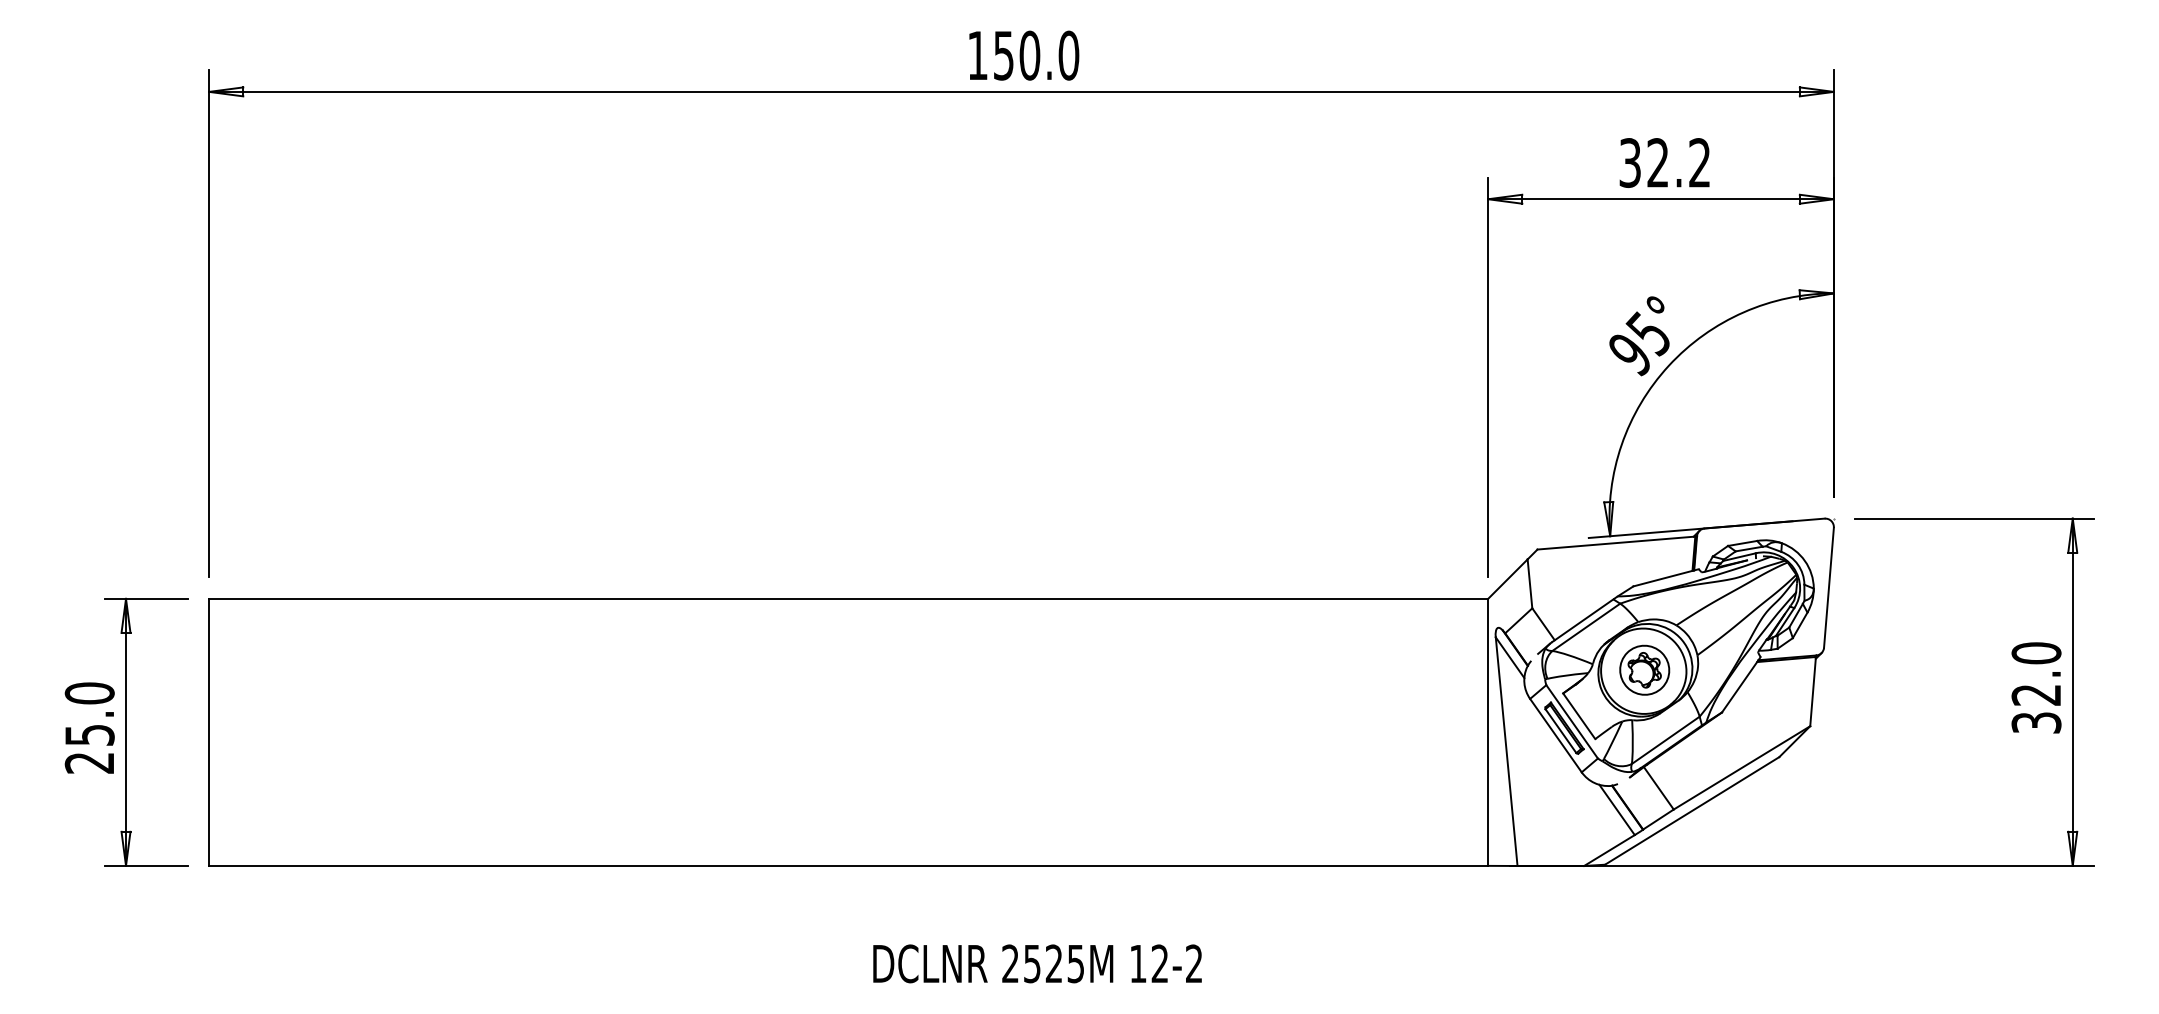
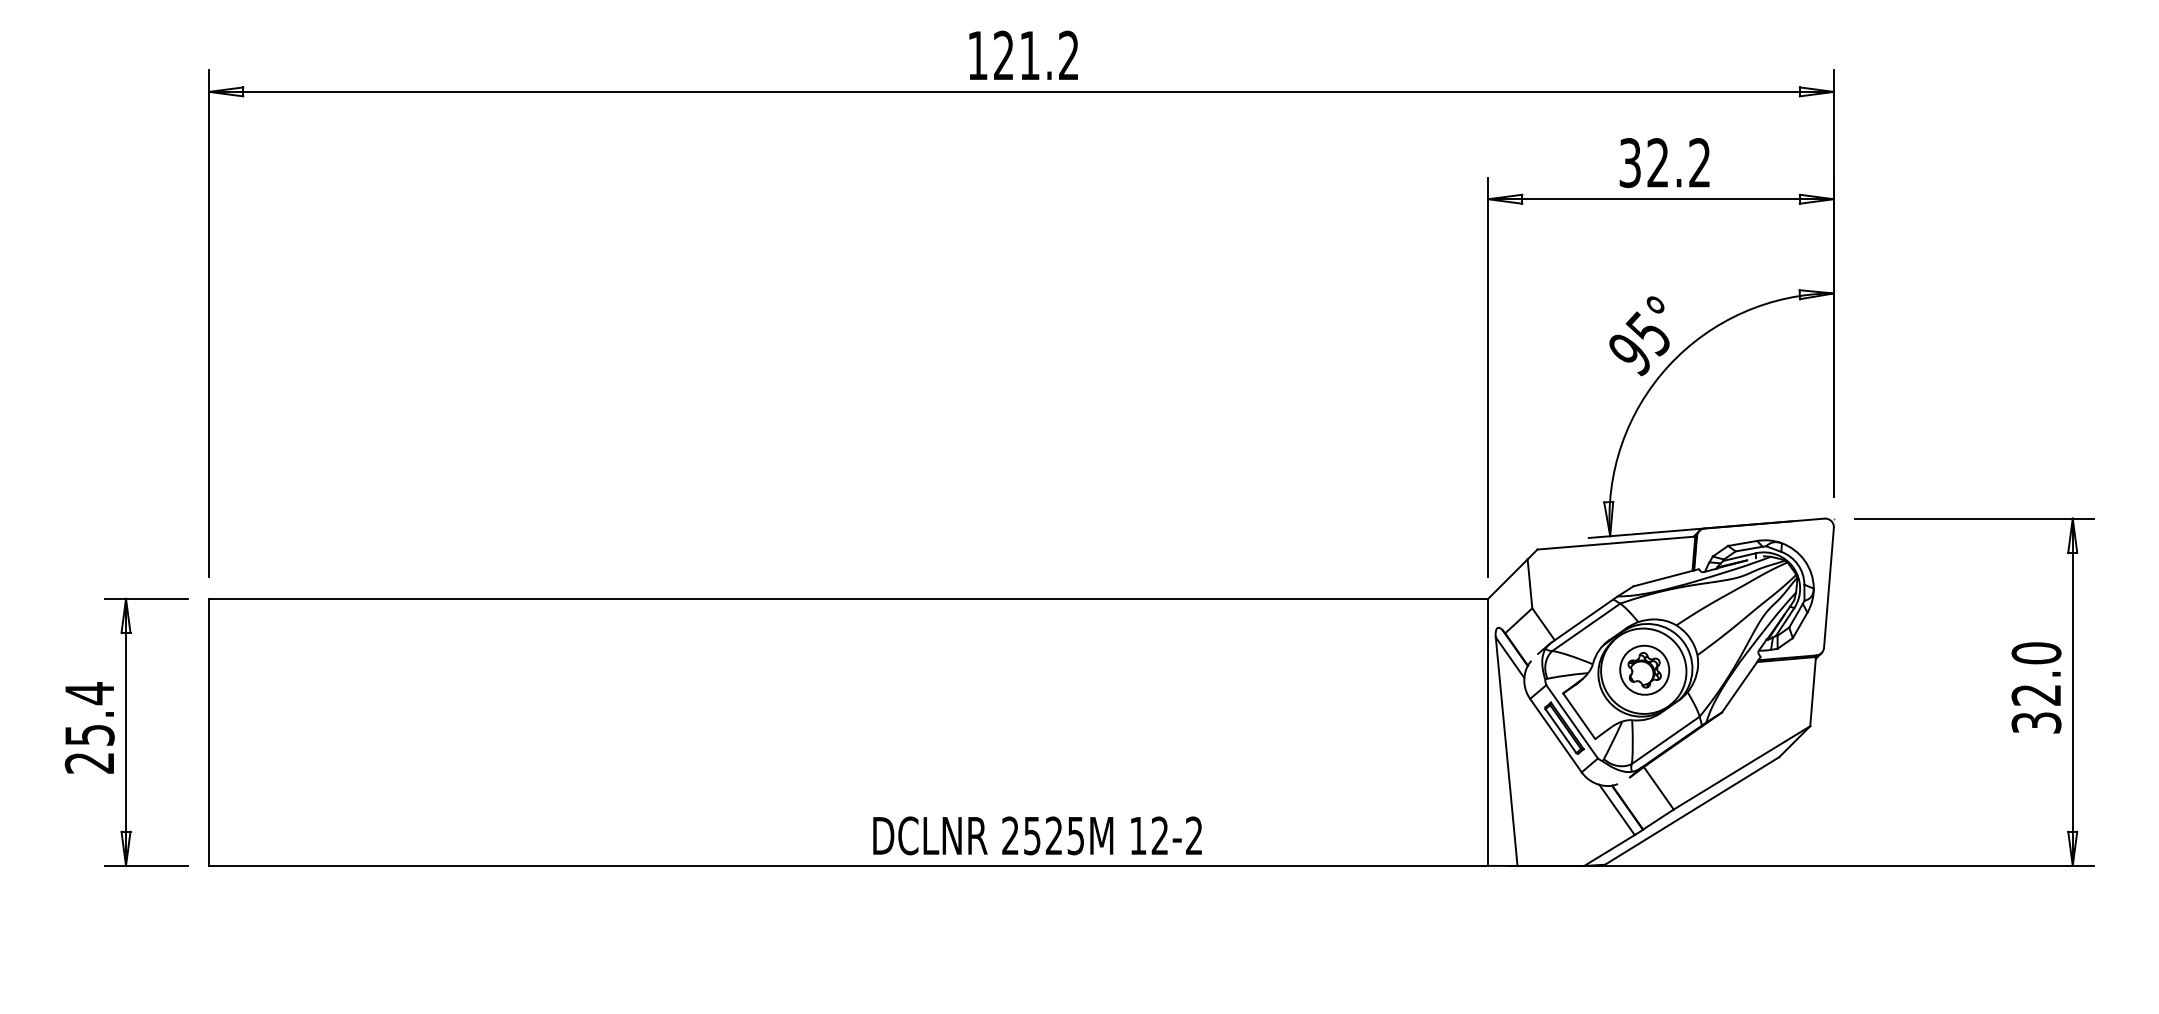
text at (1036, 55): 150.0 -> 121.2
text at (89, 693): 25.0 -> 25.4
text at (1037, 963) position: (1037, 963) -> (1037, 835)
